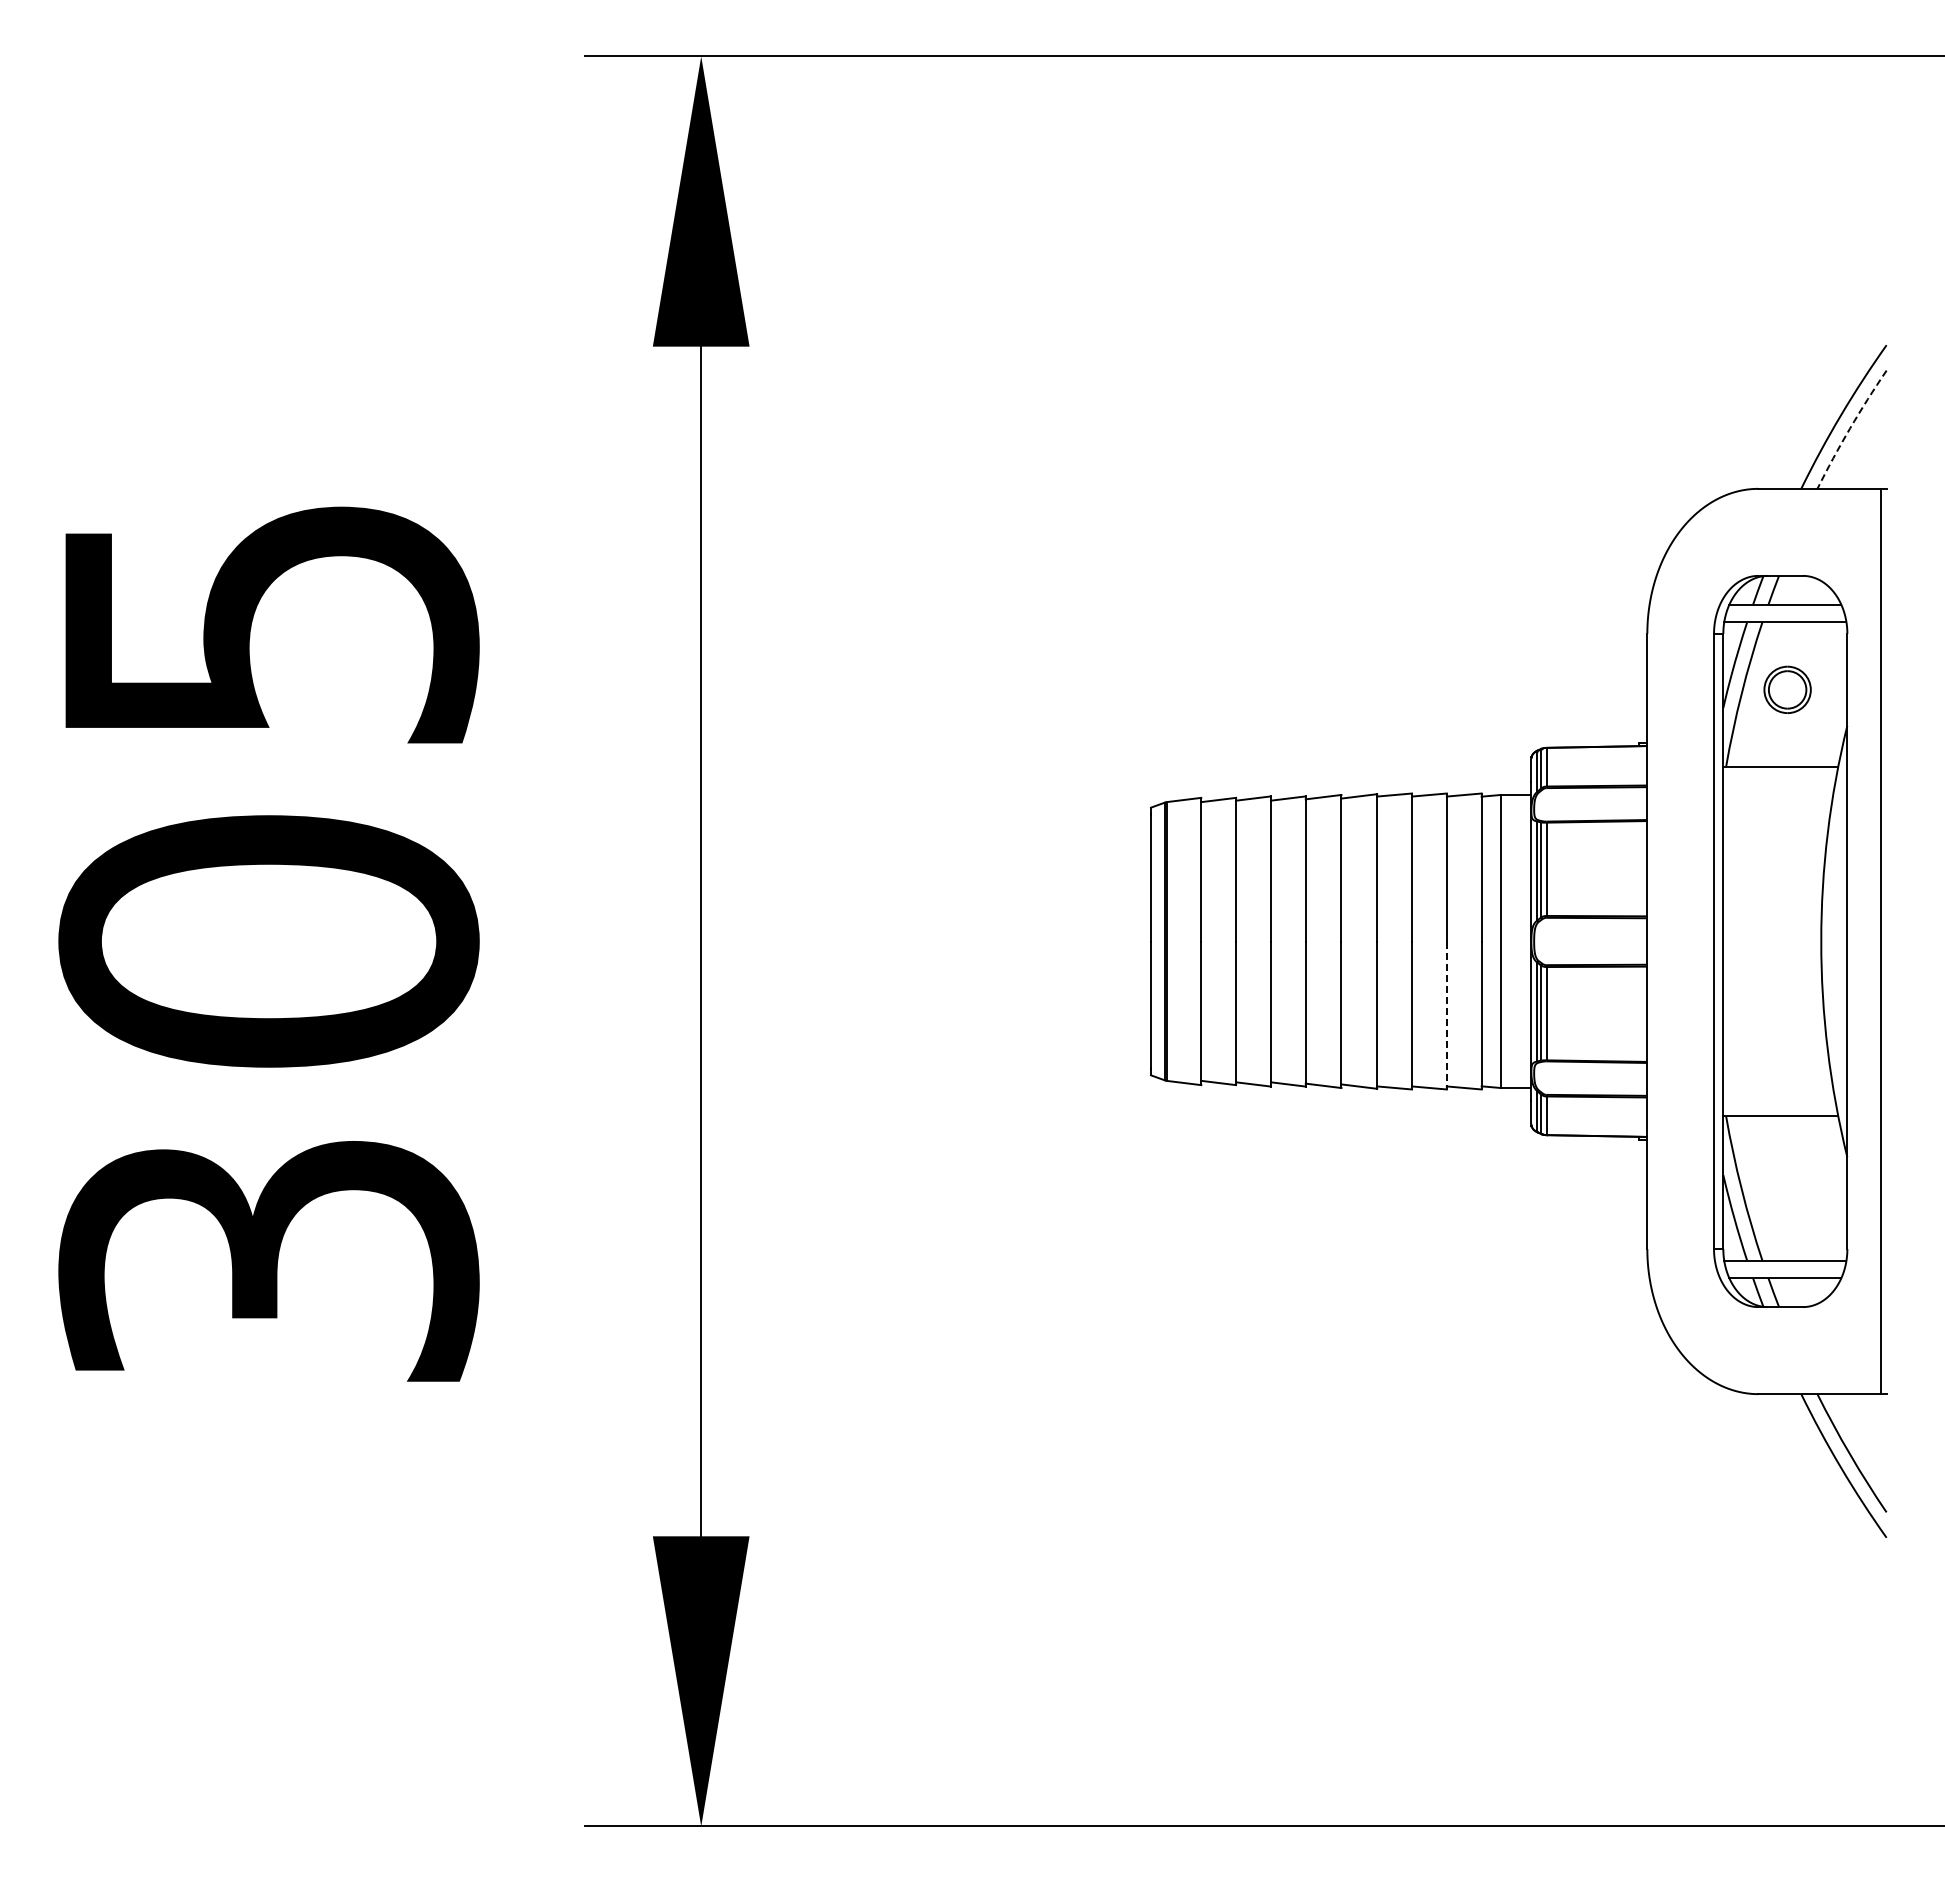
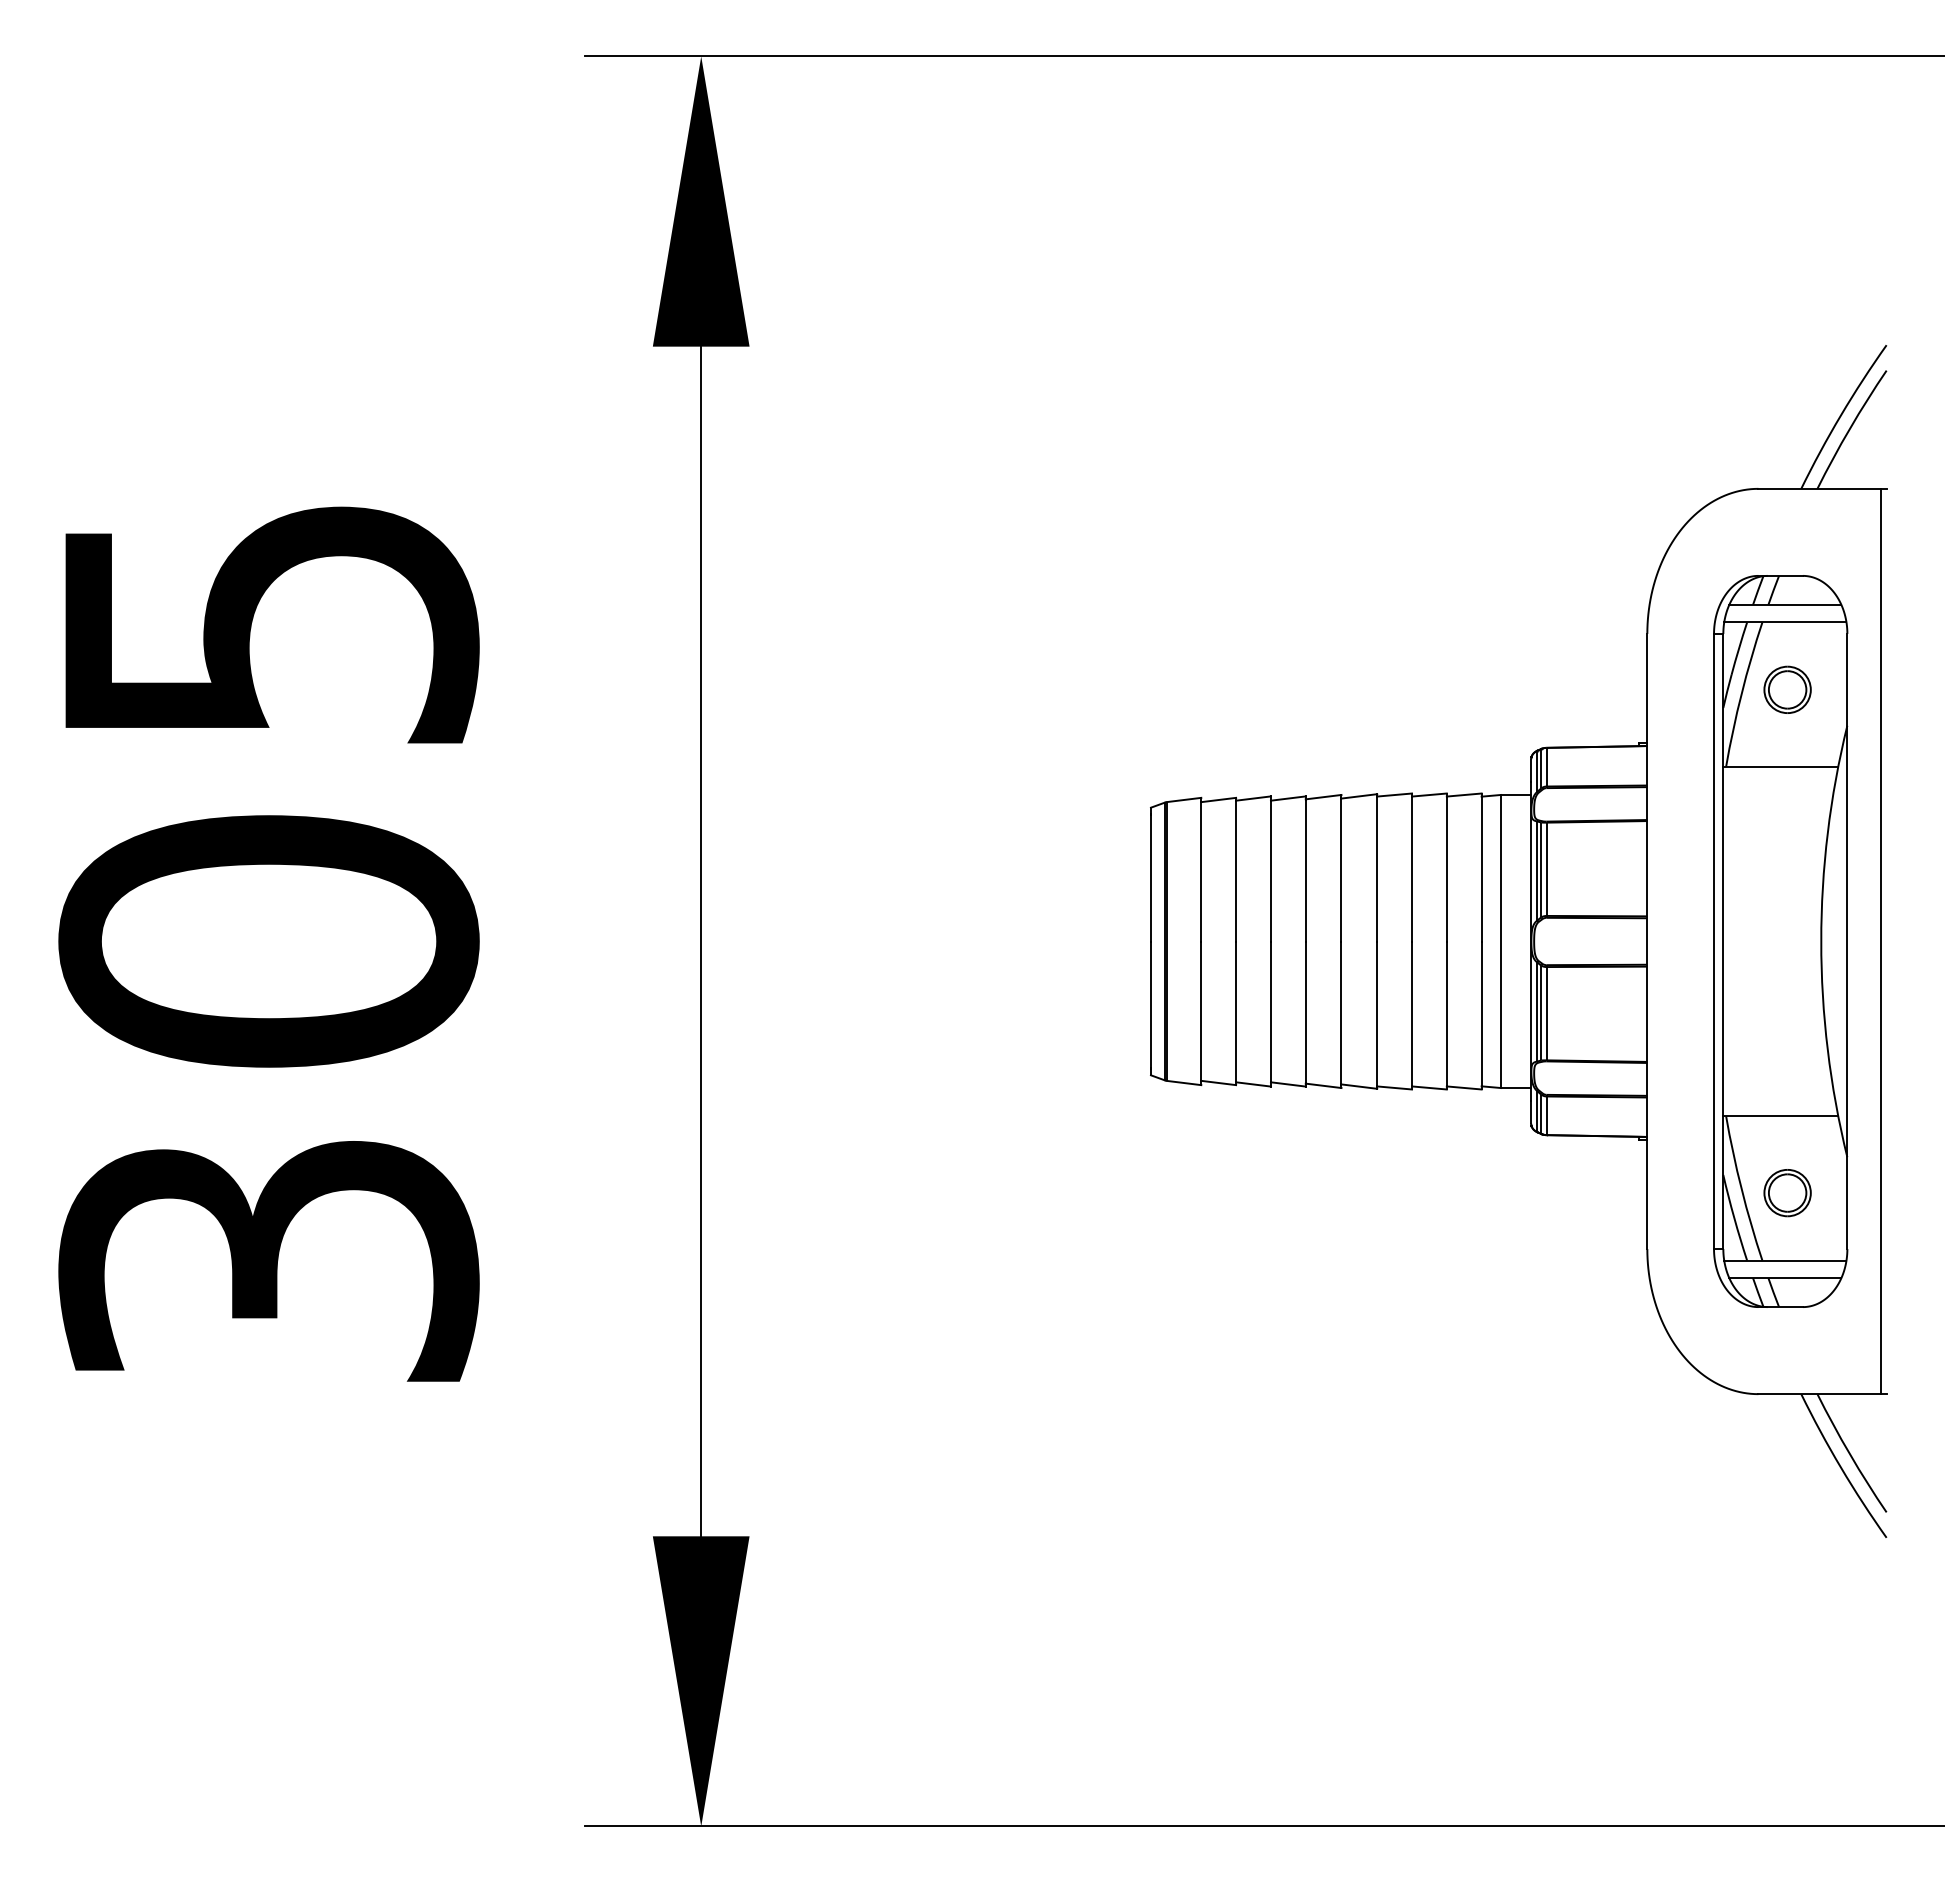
arc at (1850, 428): dashed -> solid
line at (1446, 1014): dashed -> solid
part at (1787, 1193): none -> present
